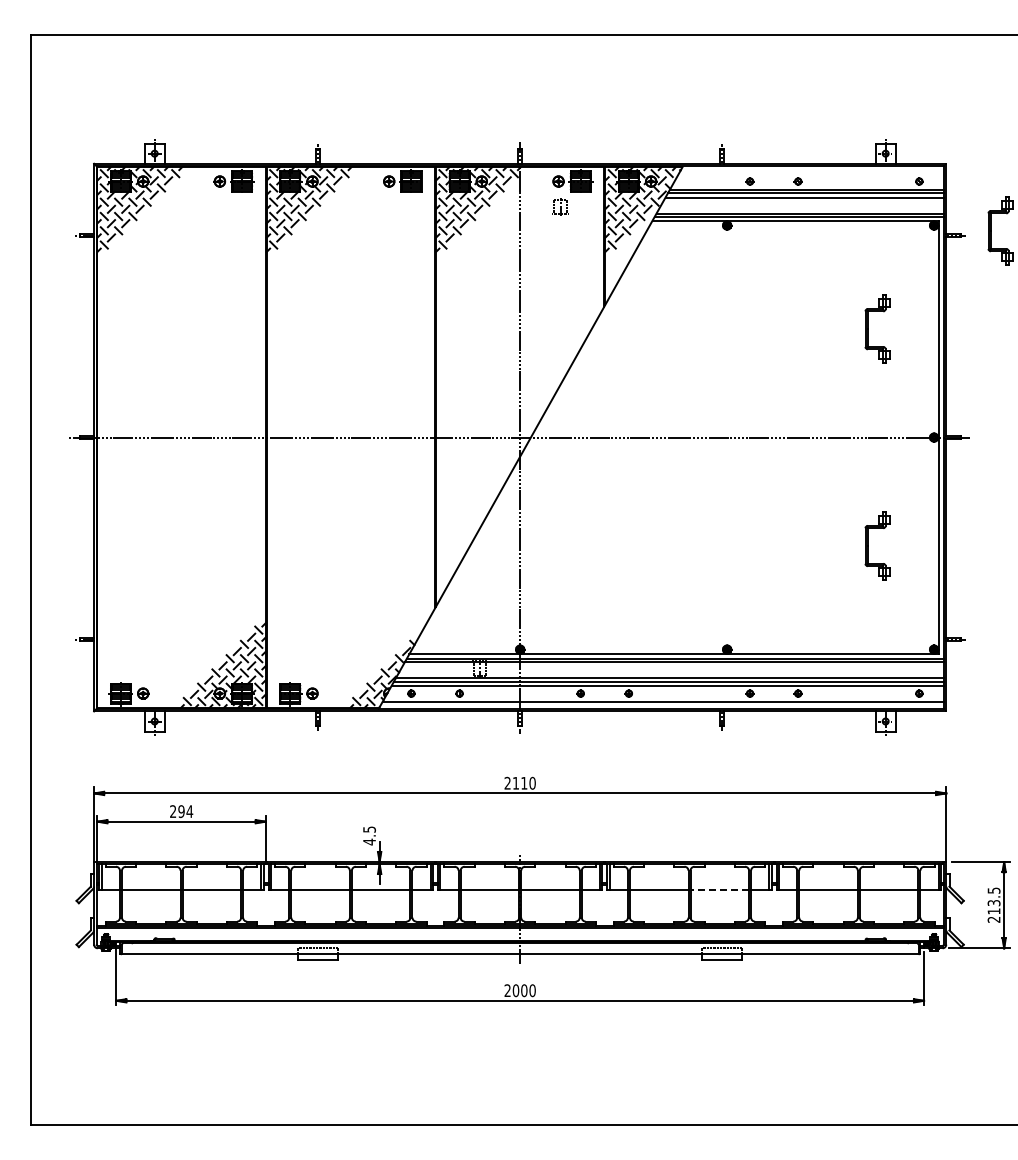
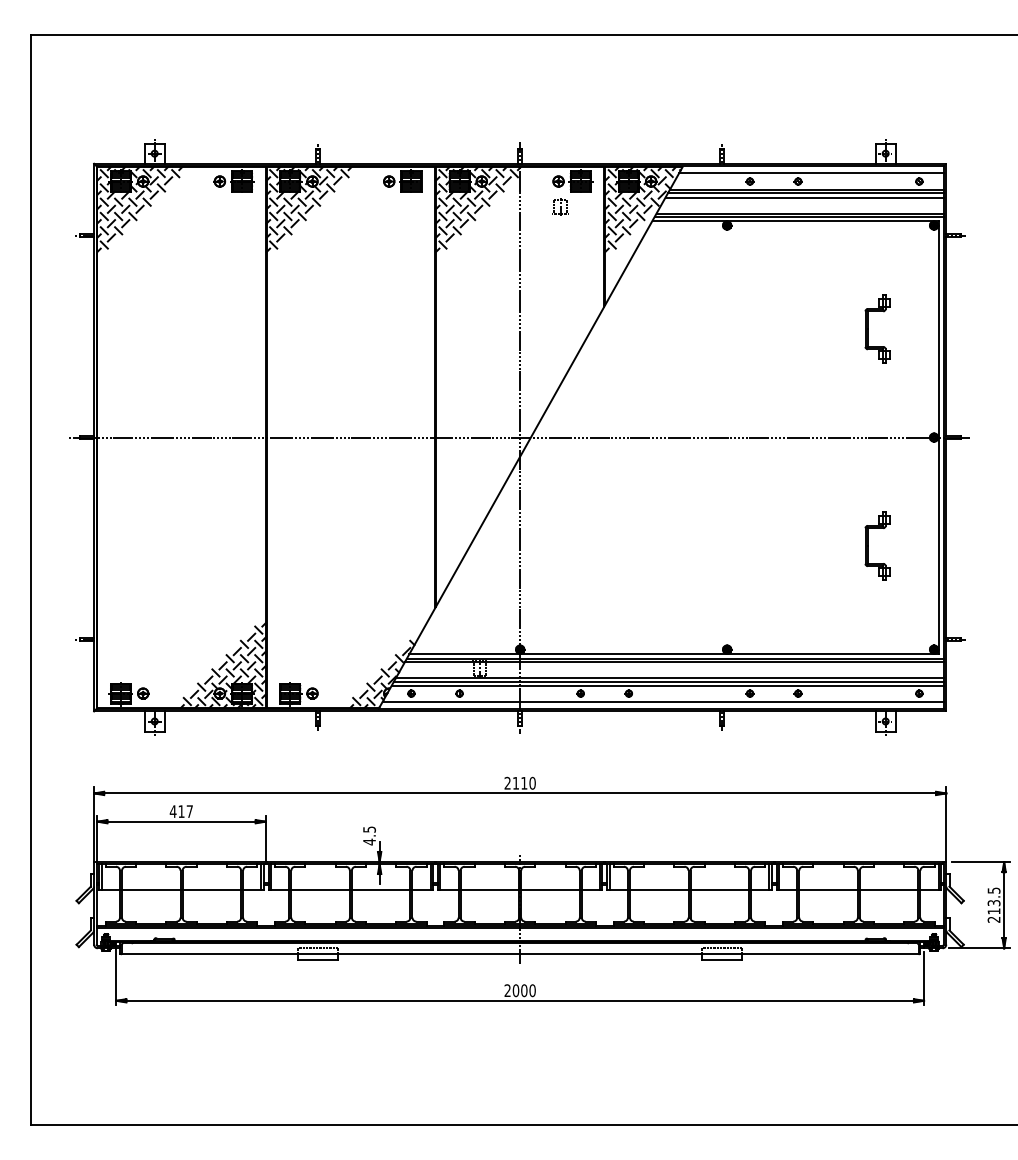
line at (811, 173): none -> present
part at (991, 230): present -> none
text at (181, 811): 294 -> 417
line at (719, 890): dashed -> solid
